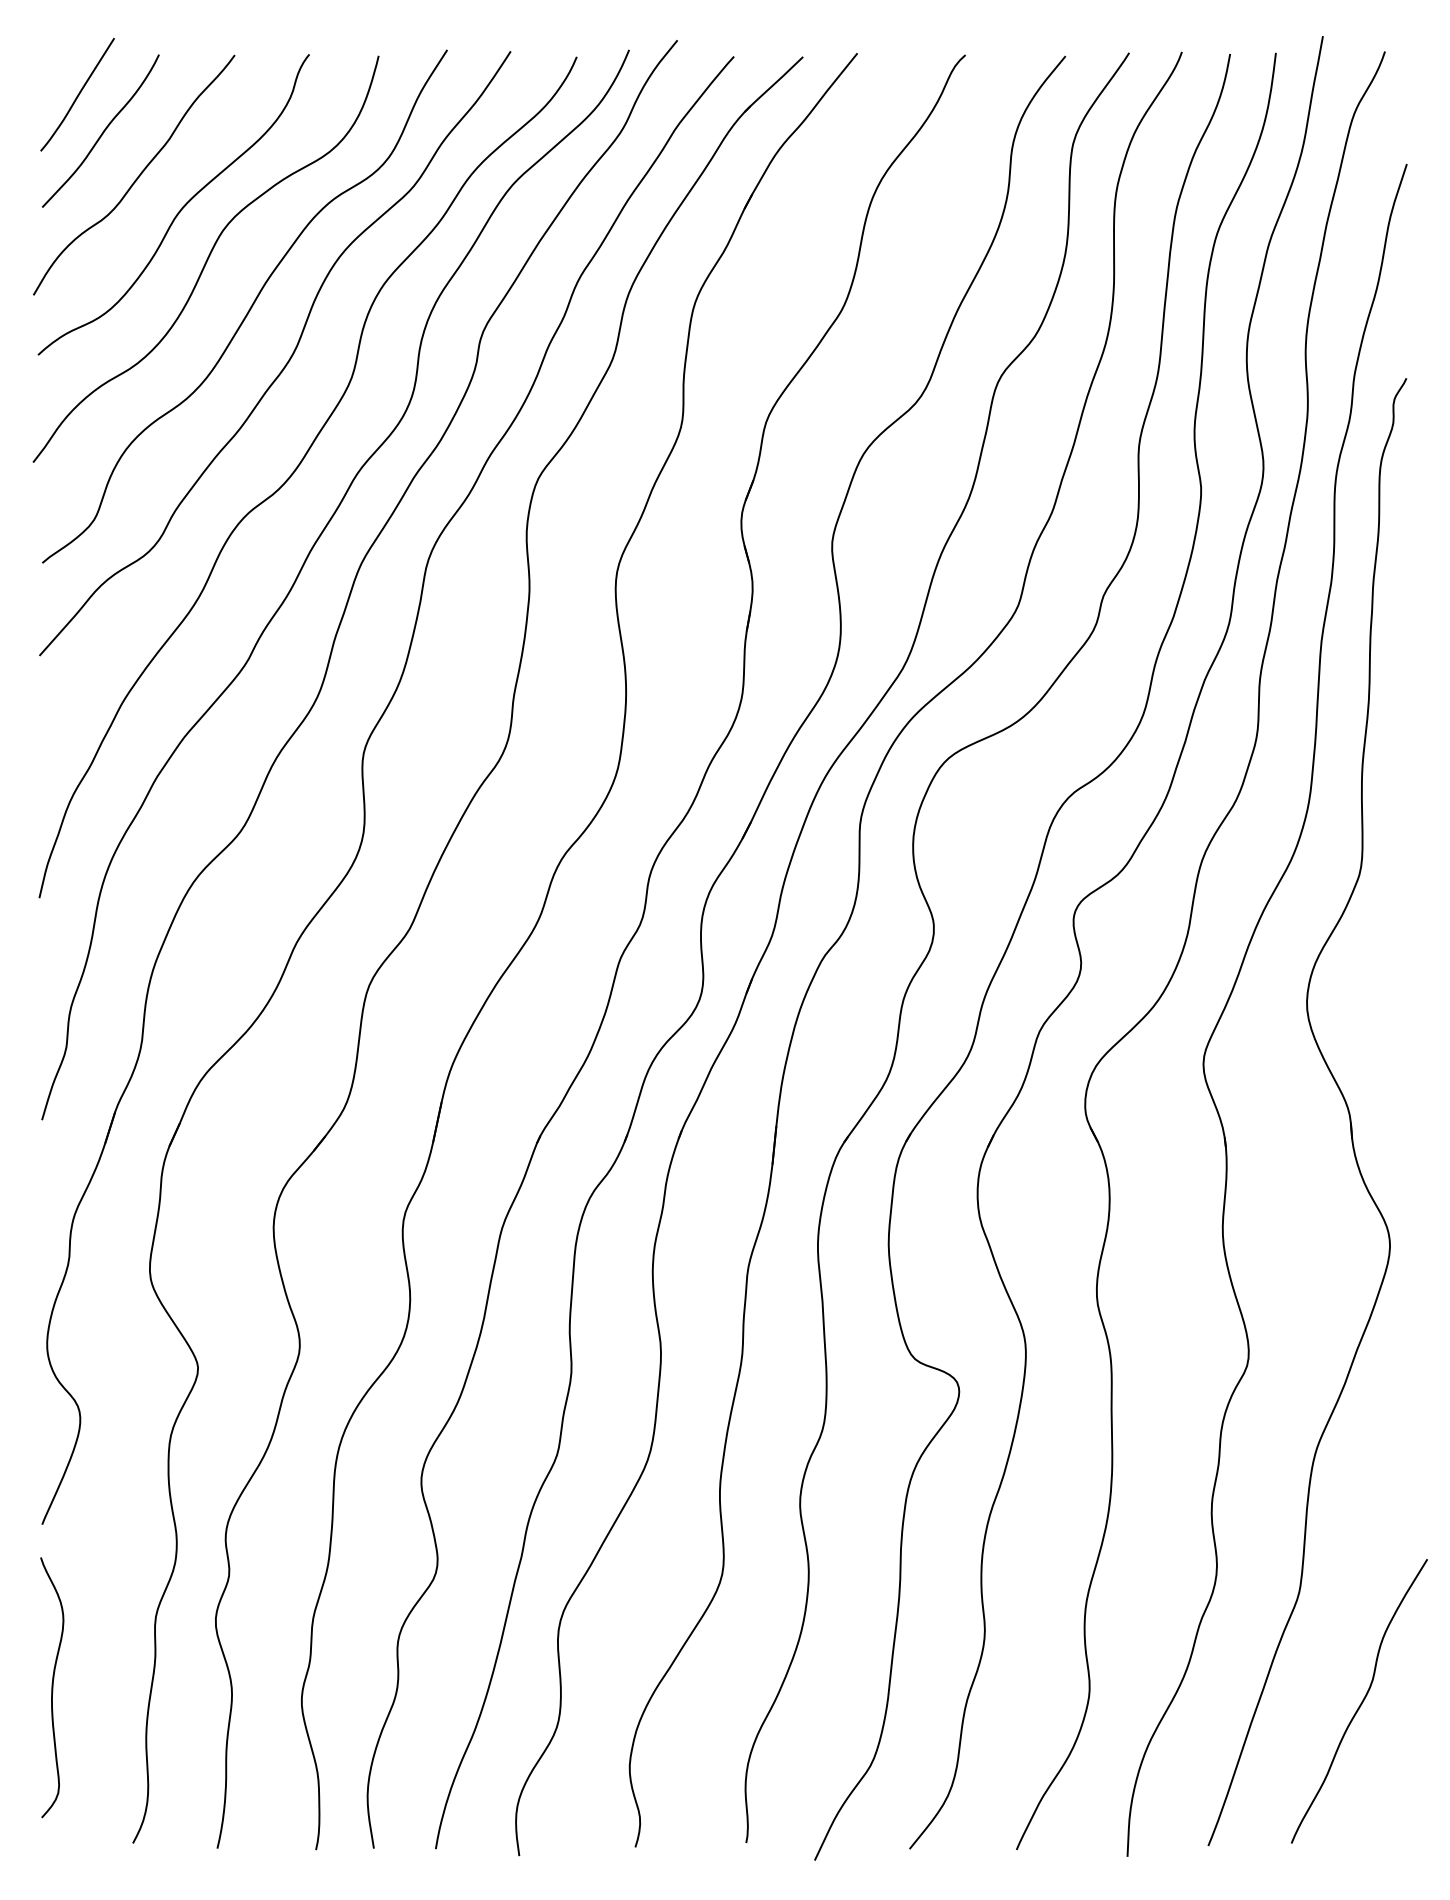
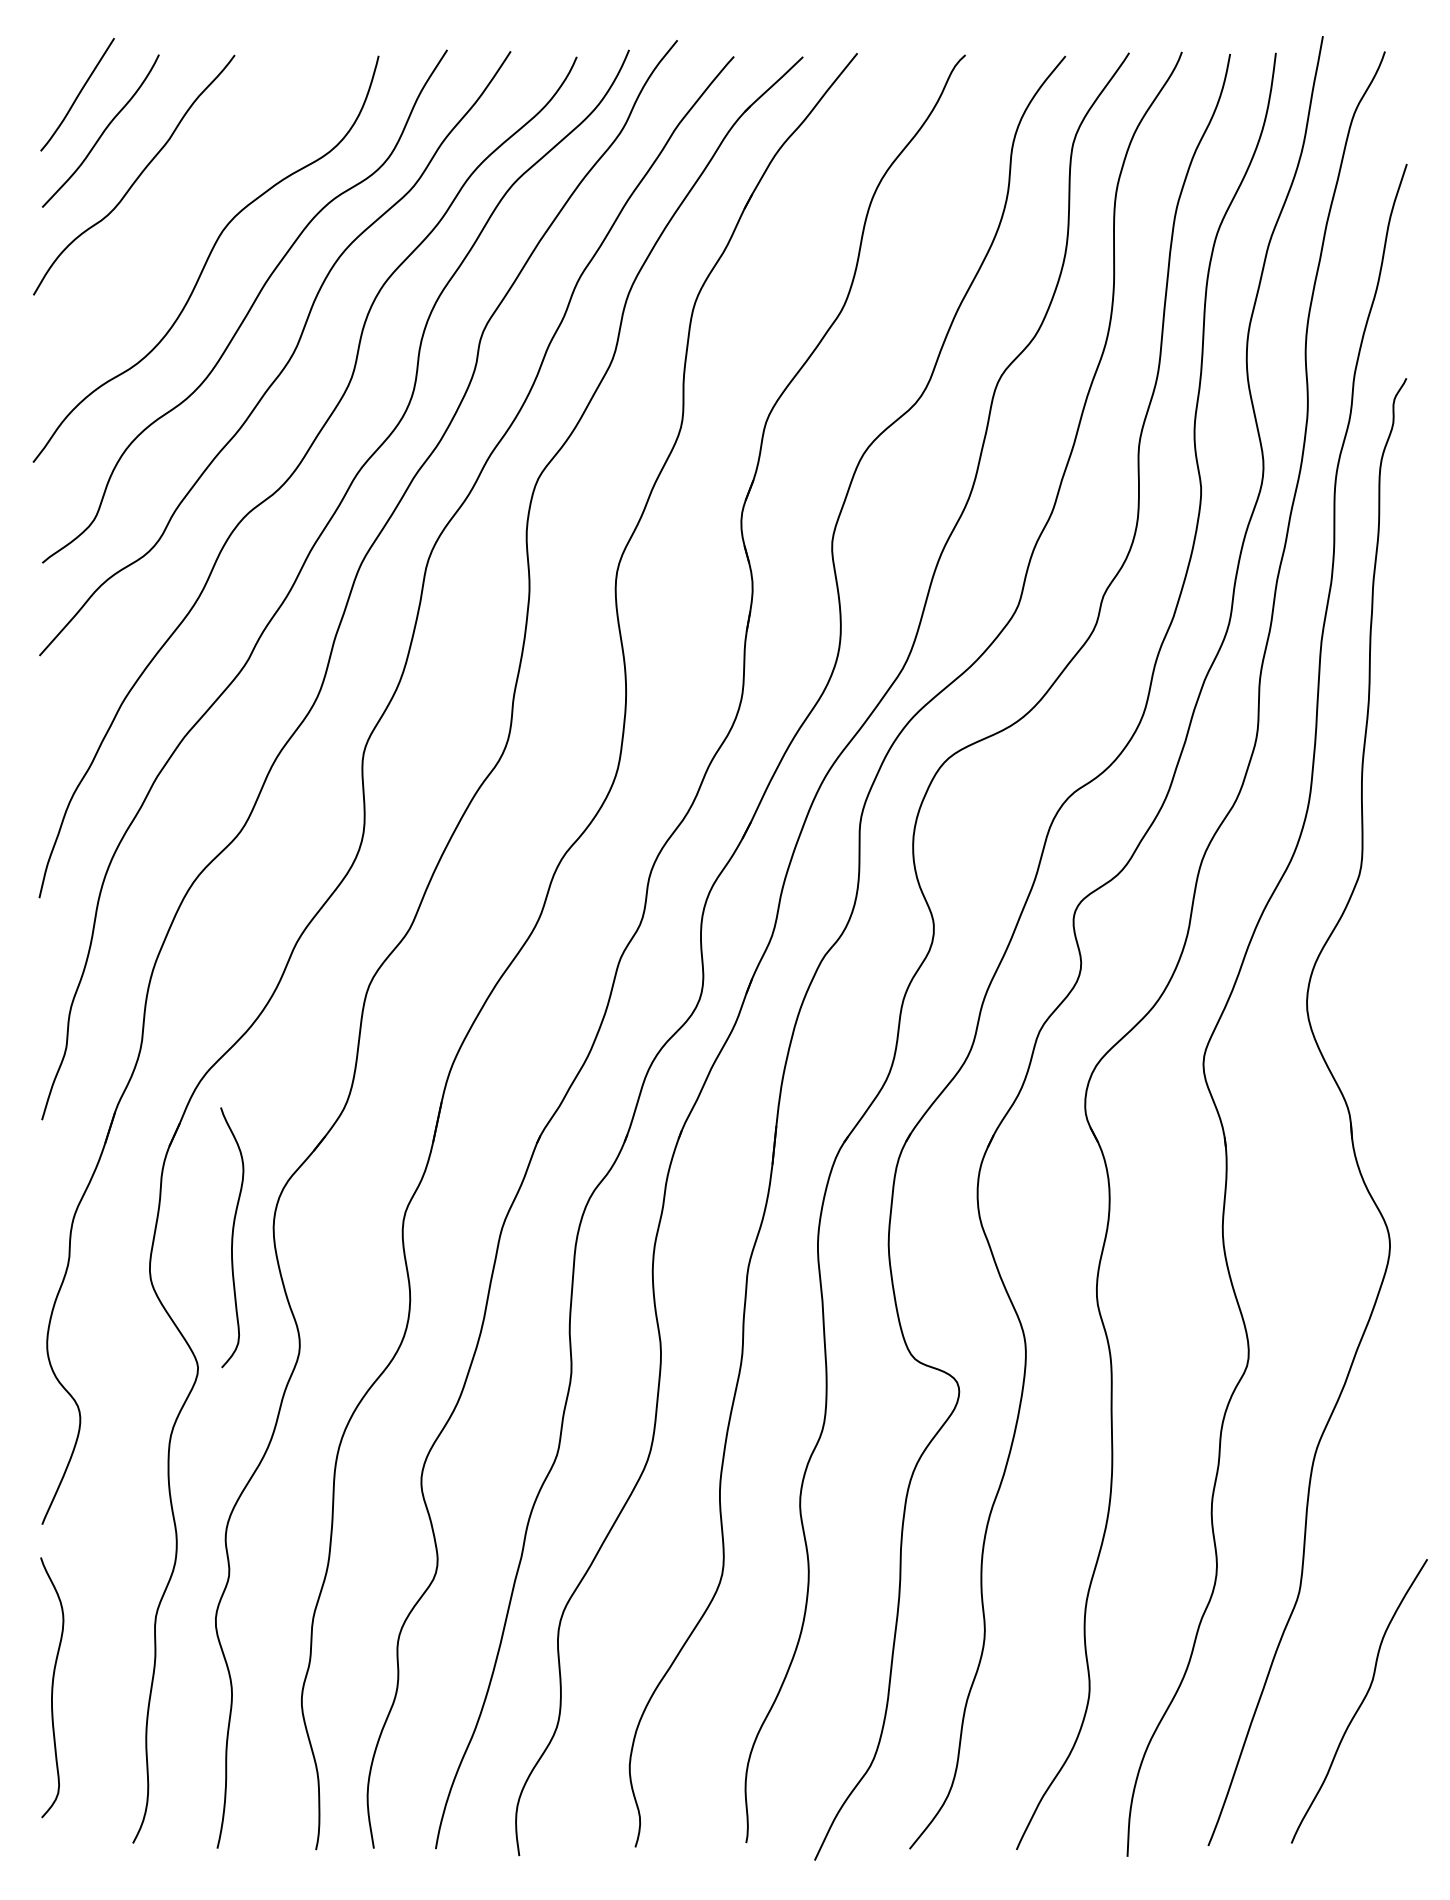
curve at (179, 210): present -> none
curve at (232, 1237): none -> present
